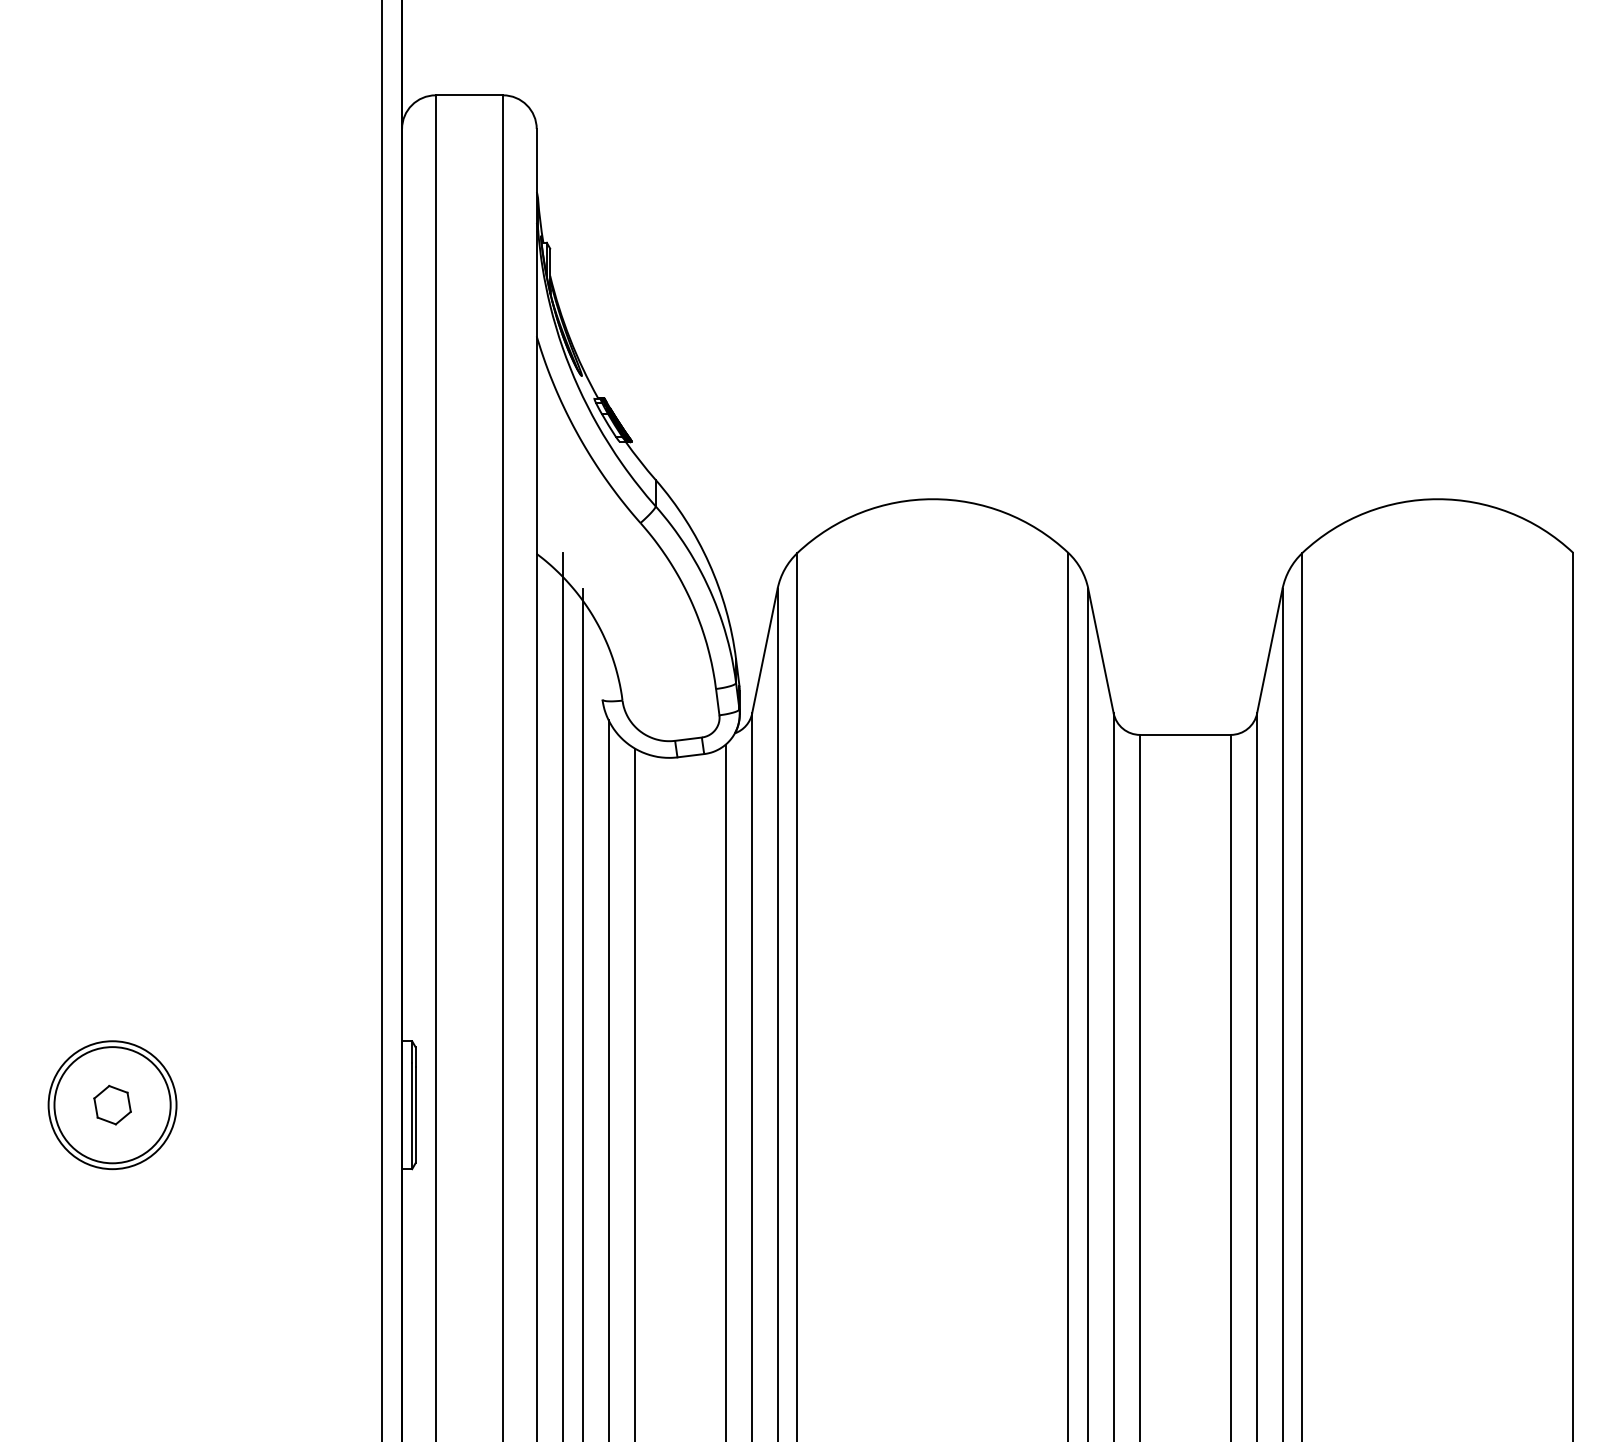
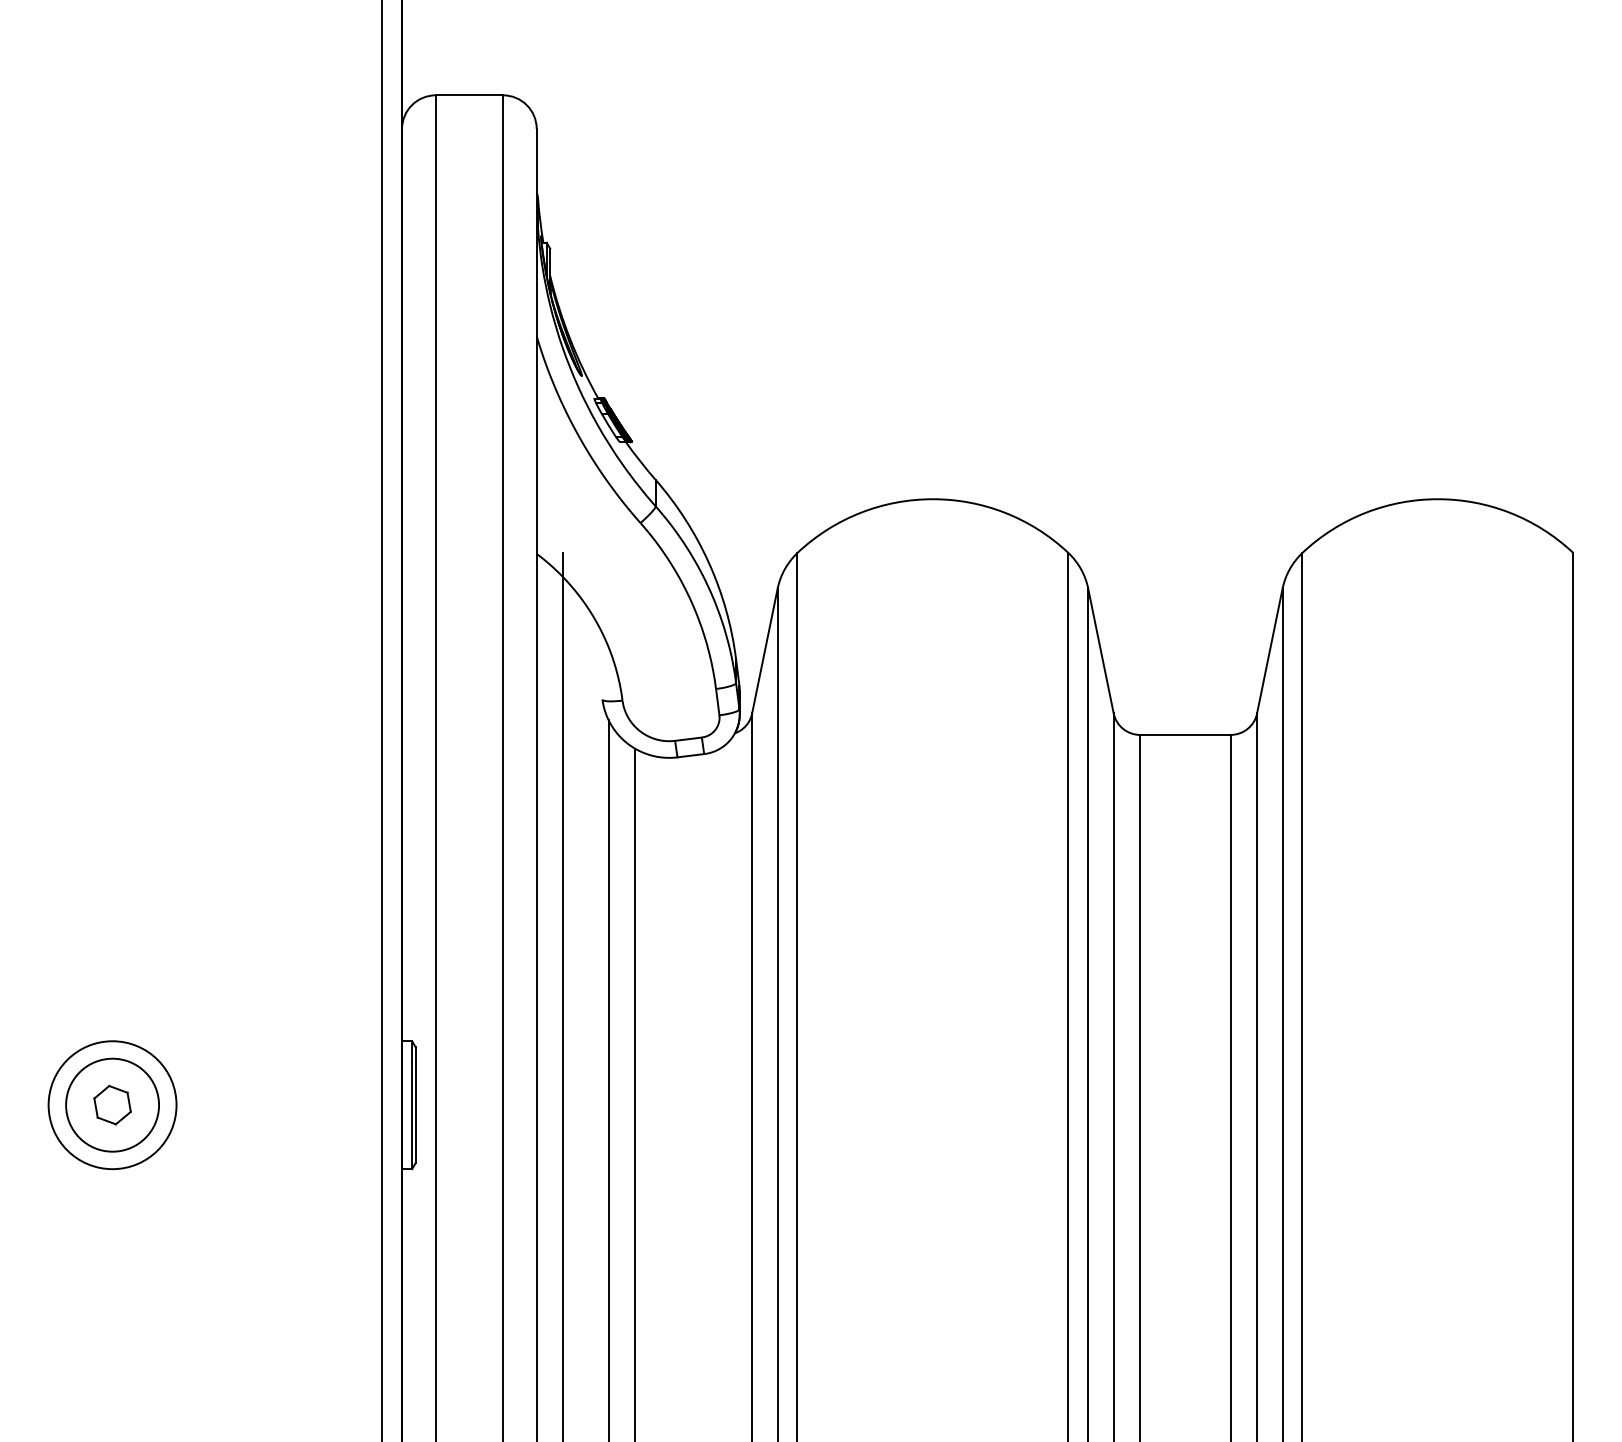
line at (583, 1013): present -> none
line at (725, 1091): present -> none
circle at (112, 1105) diameter: 116 px -> 93 px
